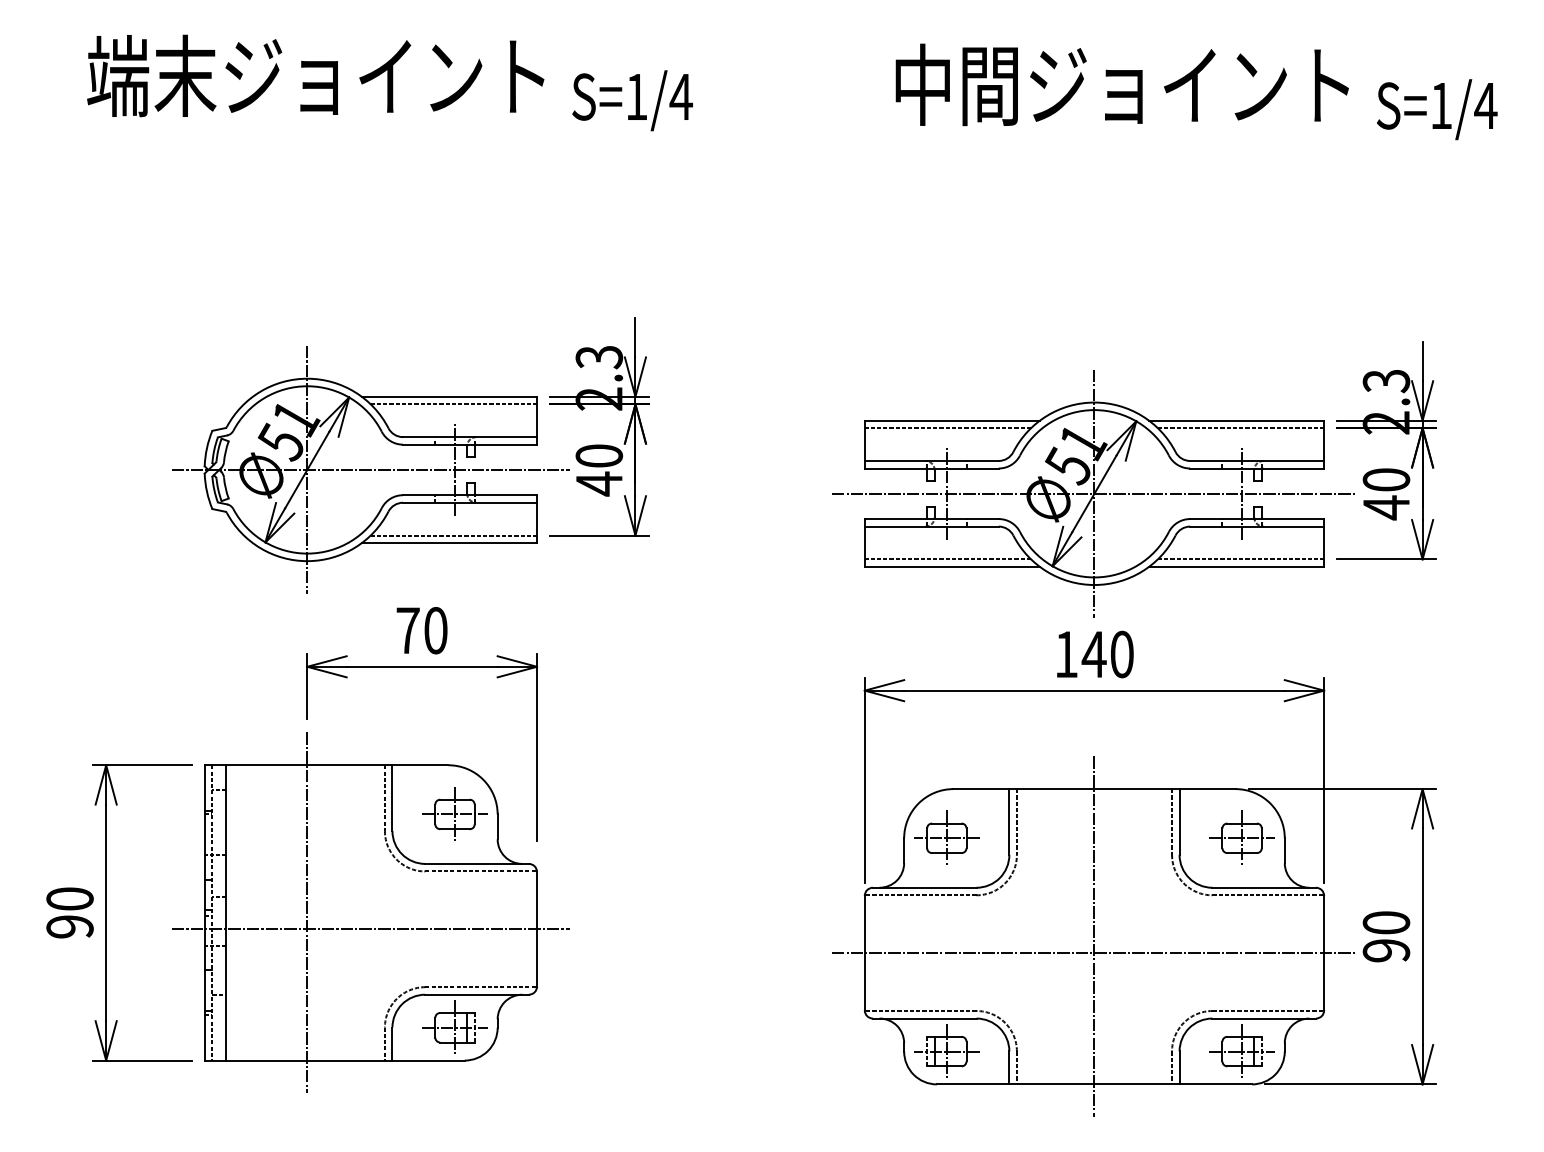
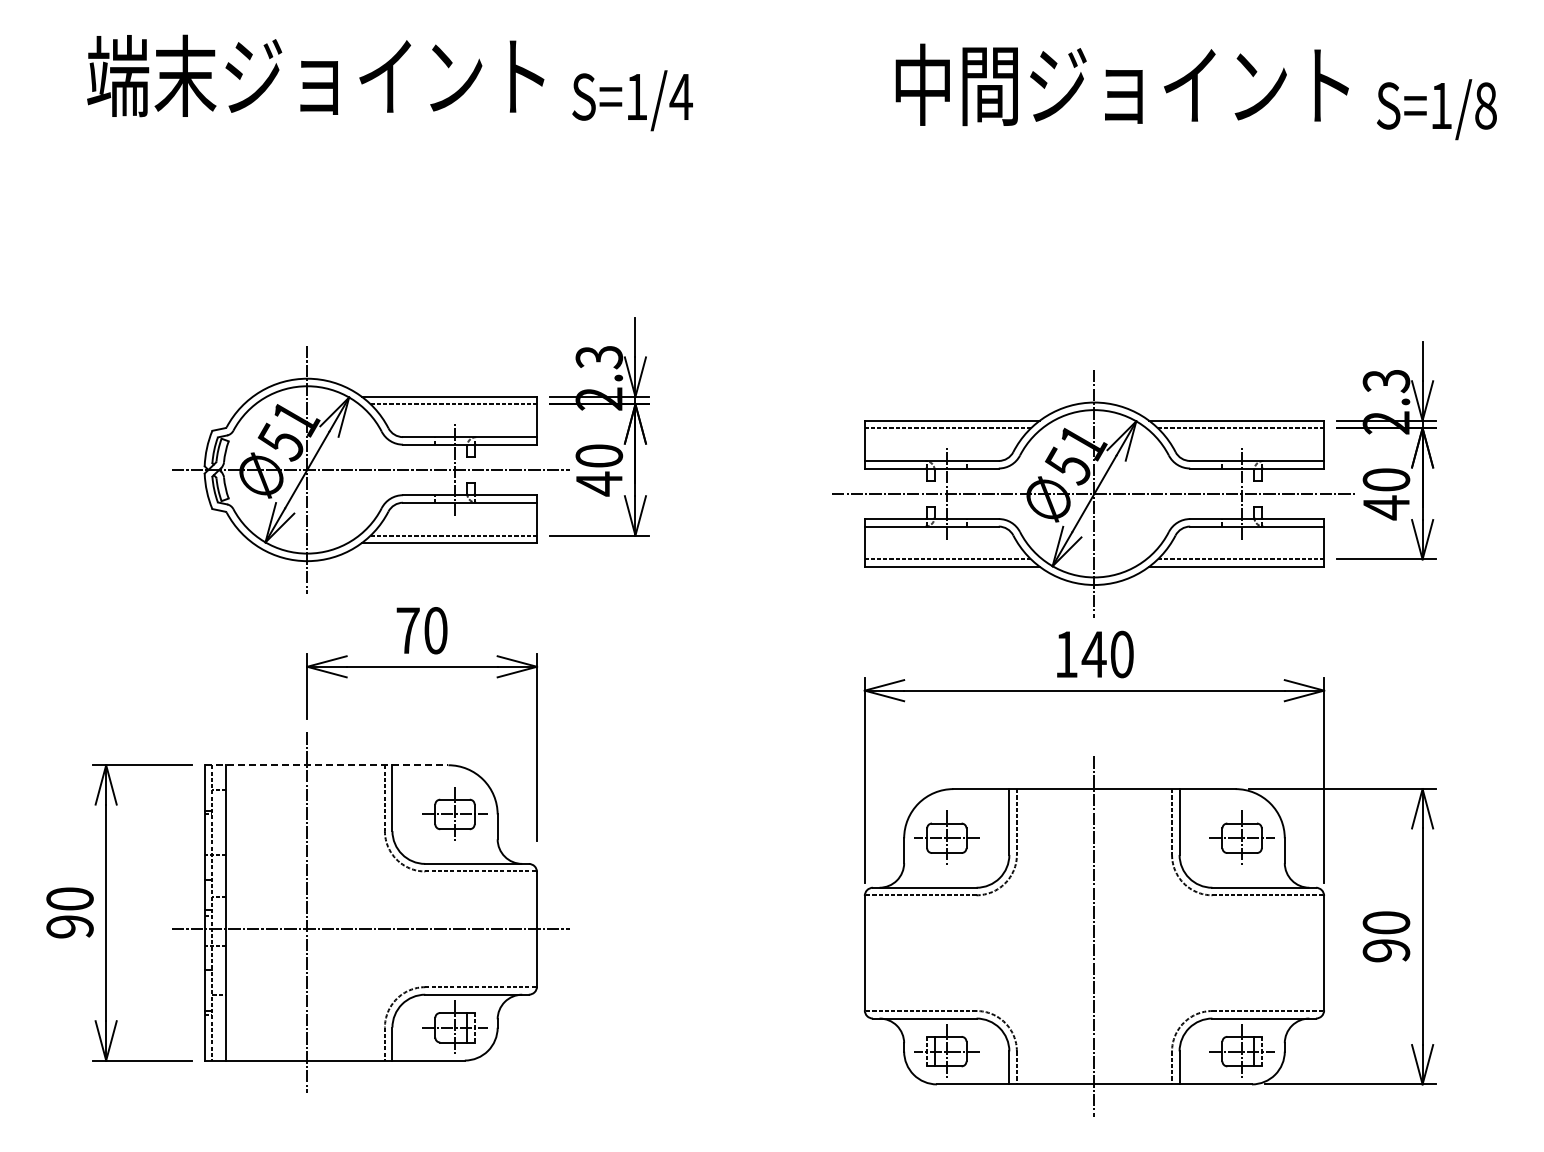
text at (1485, 105): S=1/4 -> S=1/8
line at (326, 765): solid -> dashed
line at (1093, 953): present -> none
